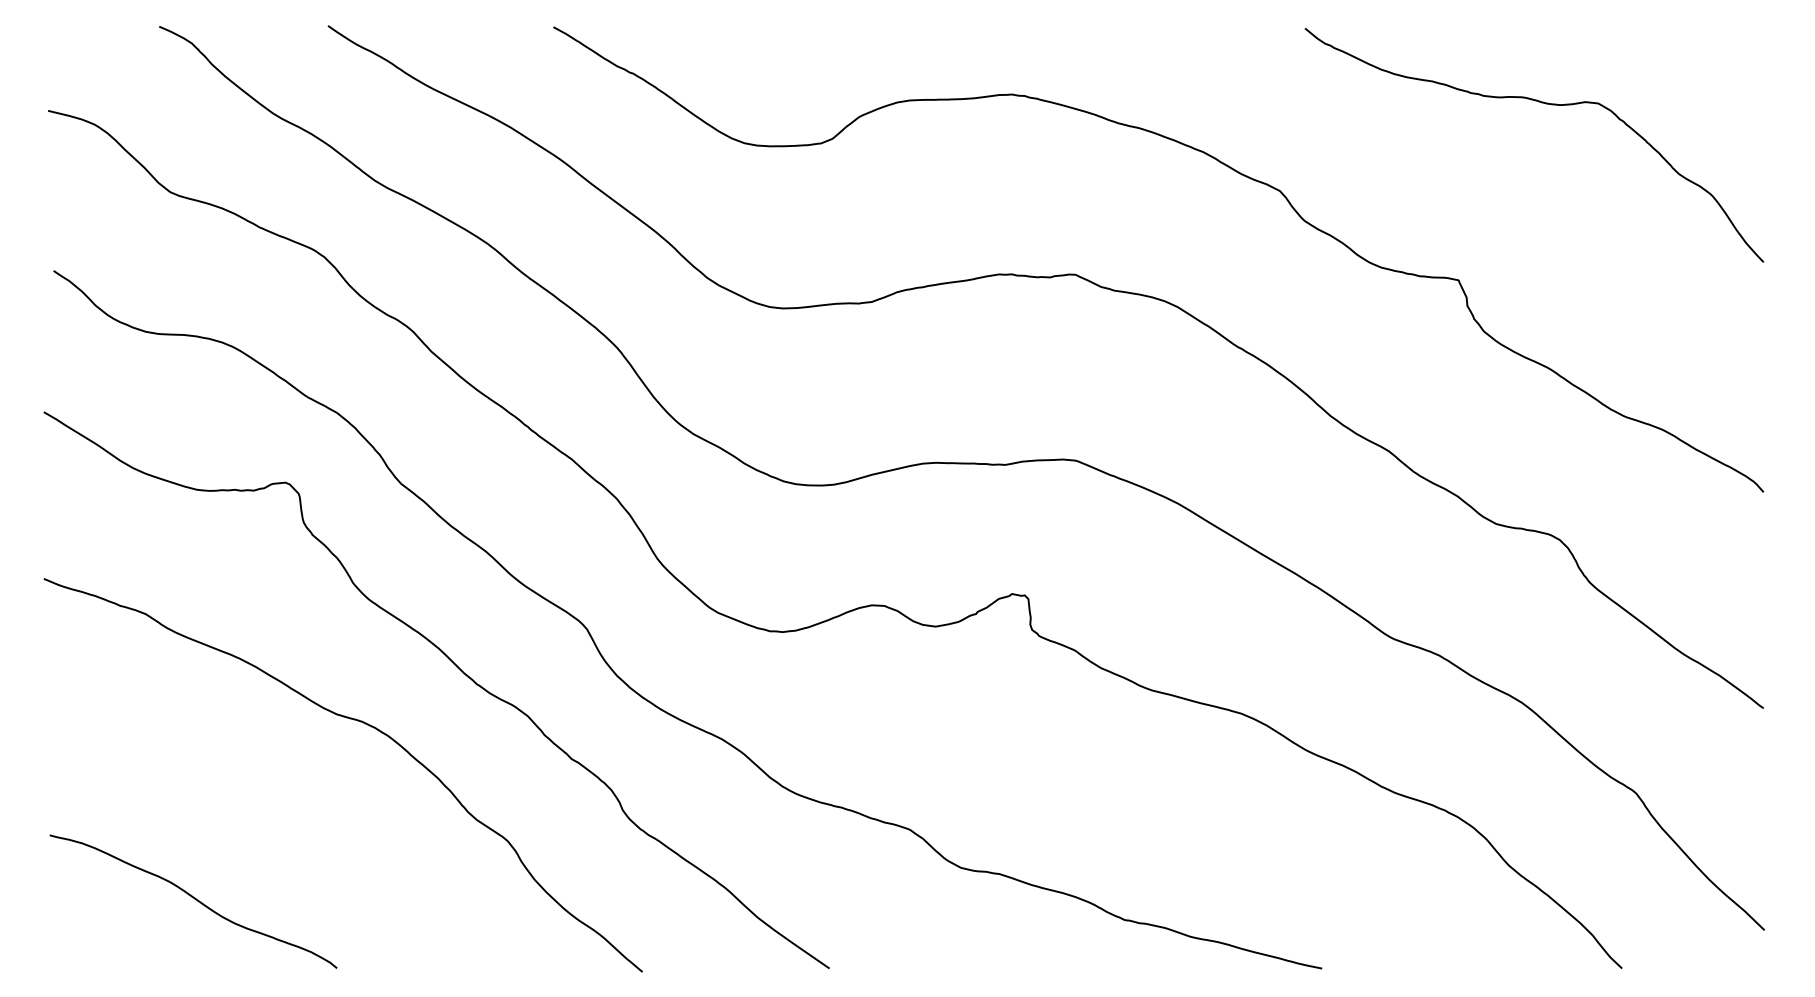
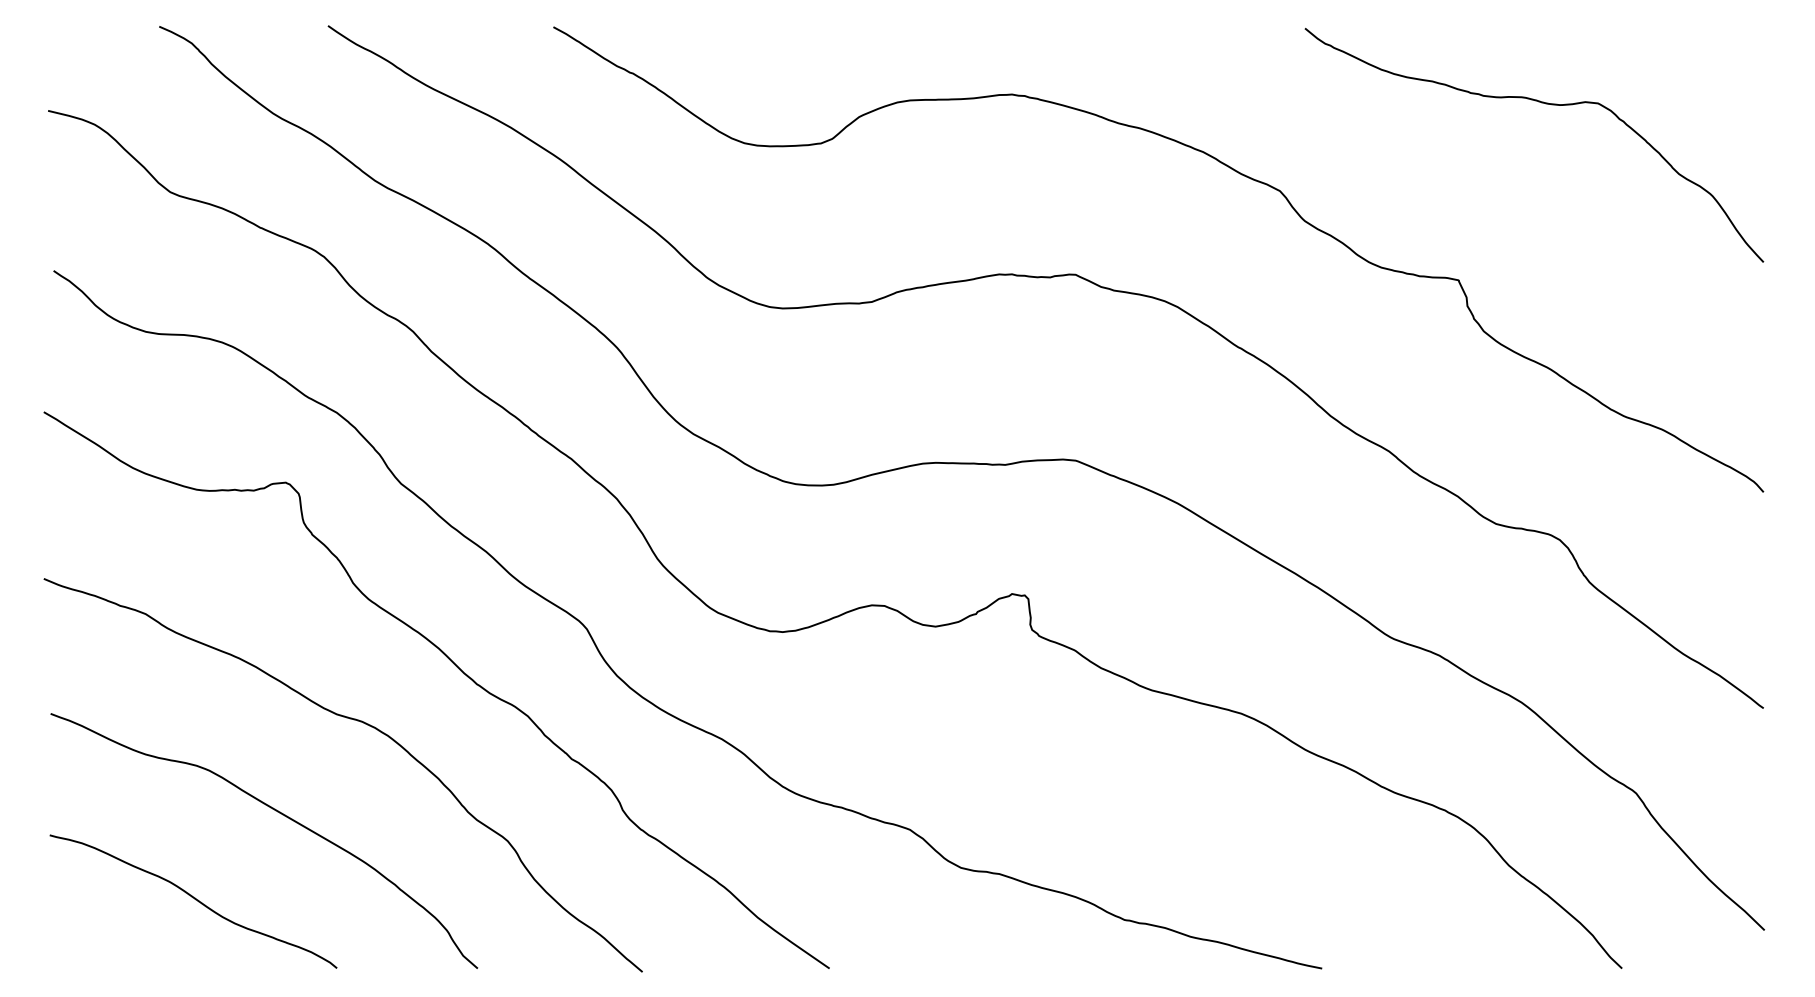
curve at (282, 815): none -> present
